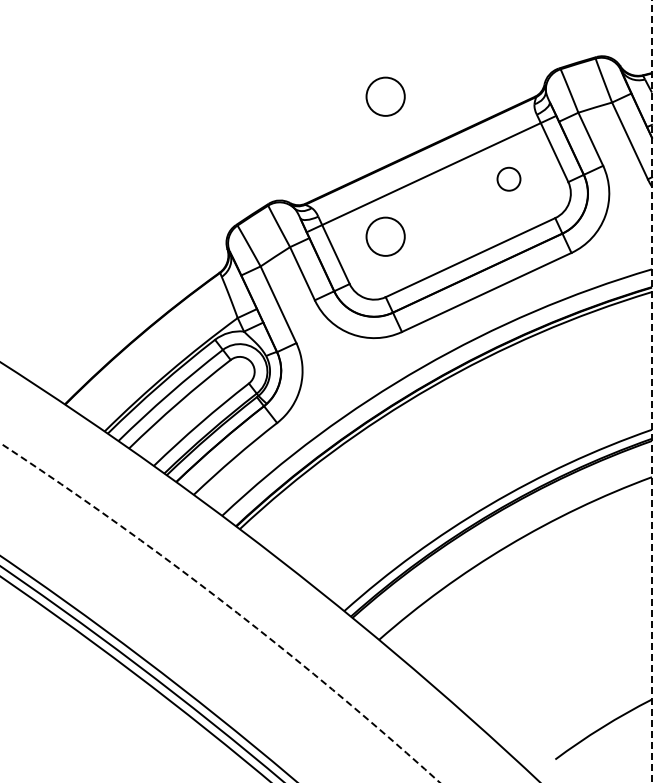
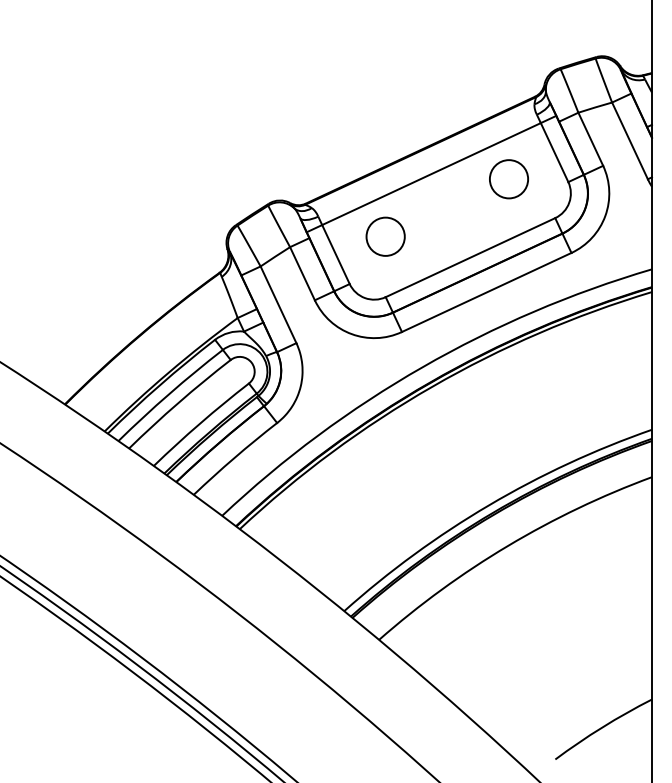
circle at (385, 96): present -> none
circle at (508, 178) diameter: 23 px -> 38 px
line at (651, 391): dashed -> solid
arc at (225, 604): dashed -> solid
